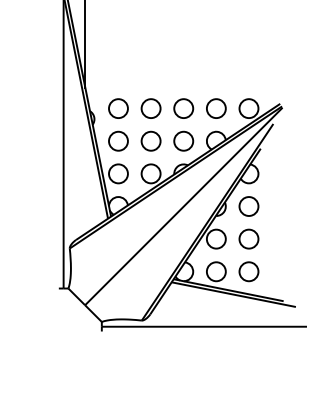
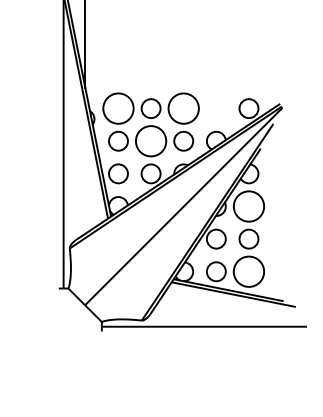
circle at (118, 108) diameter: 19 px -> 30 px
circle at (183, 108) diameter: 19 px -> 30 px
circle at (216, 108): present -> none
circle at (150, 140) diameter: 19 px -> 30 px
circle at (248, 206) diameter: 19 px -> 30 px
circle at (248, 271) diameter: 19 px -> 30 px
